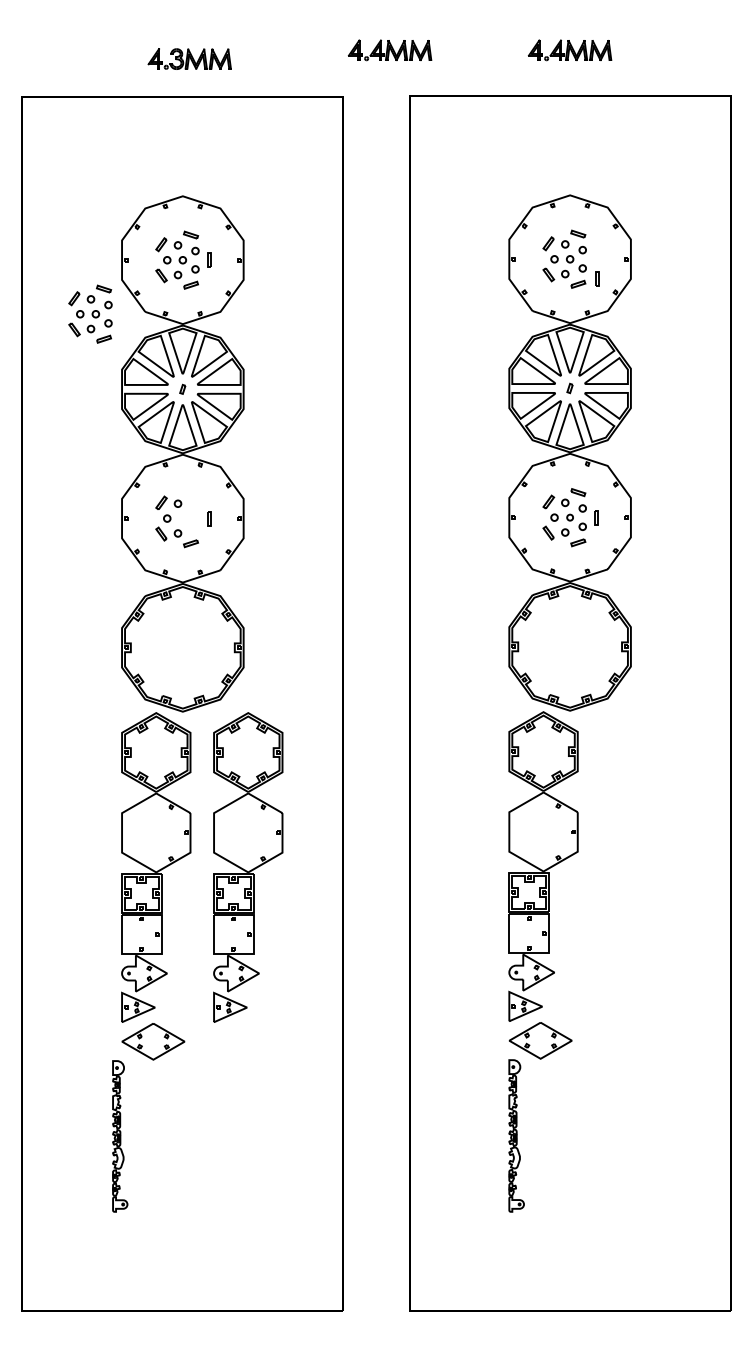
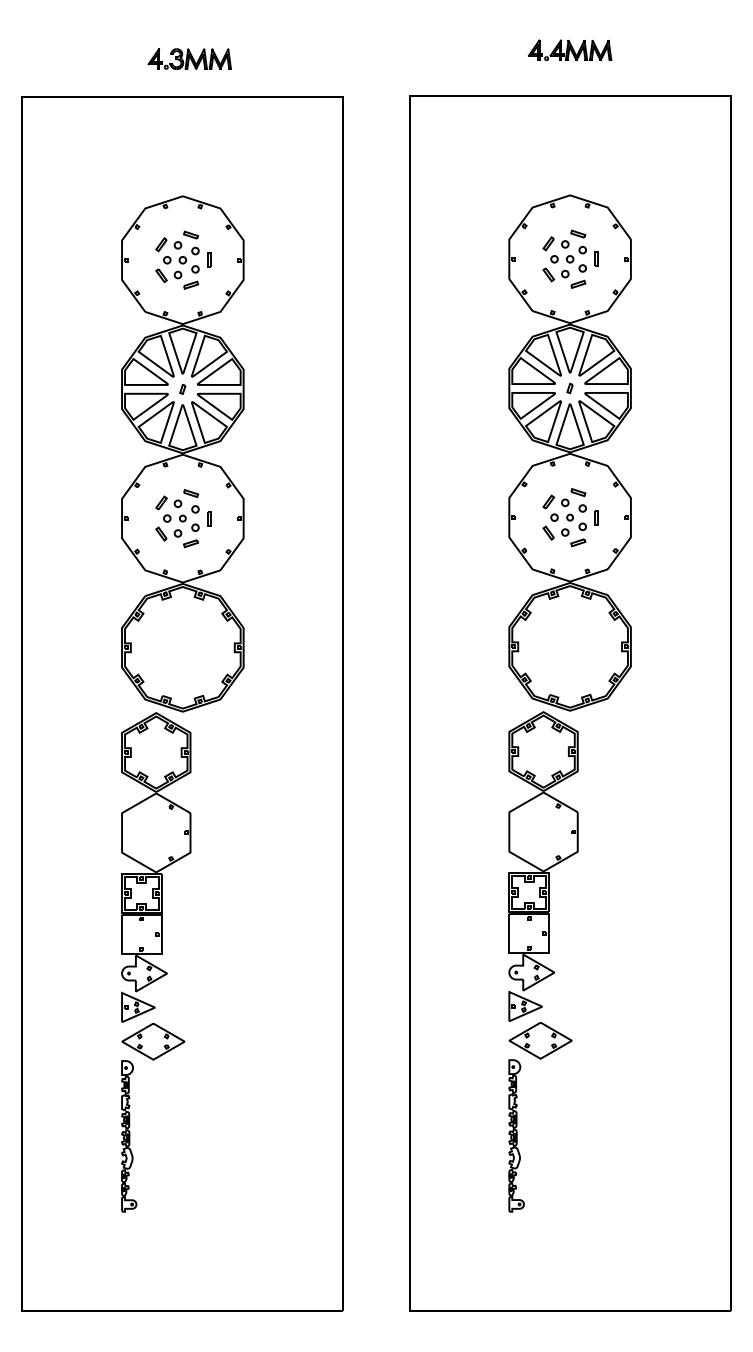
part at (389, 50): present -> none
part at (597, 278) position: (597, 278) -> (596, 258)
part at (90, 313): present -> none
part at (189, 510): none -> present
part at (248, 867): present -> none
part at (120, 1136) position: (120, 1136) -> (129, 1136)
